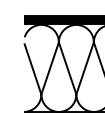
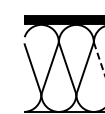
line at (99, 59): solid -> dashed
